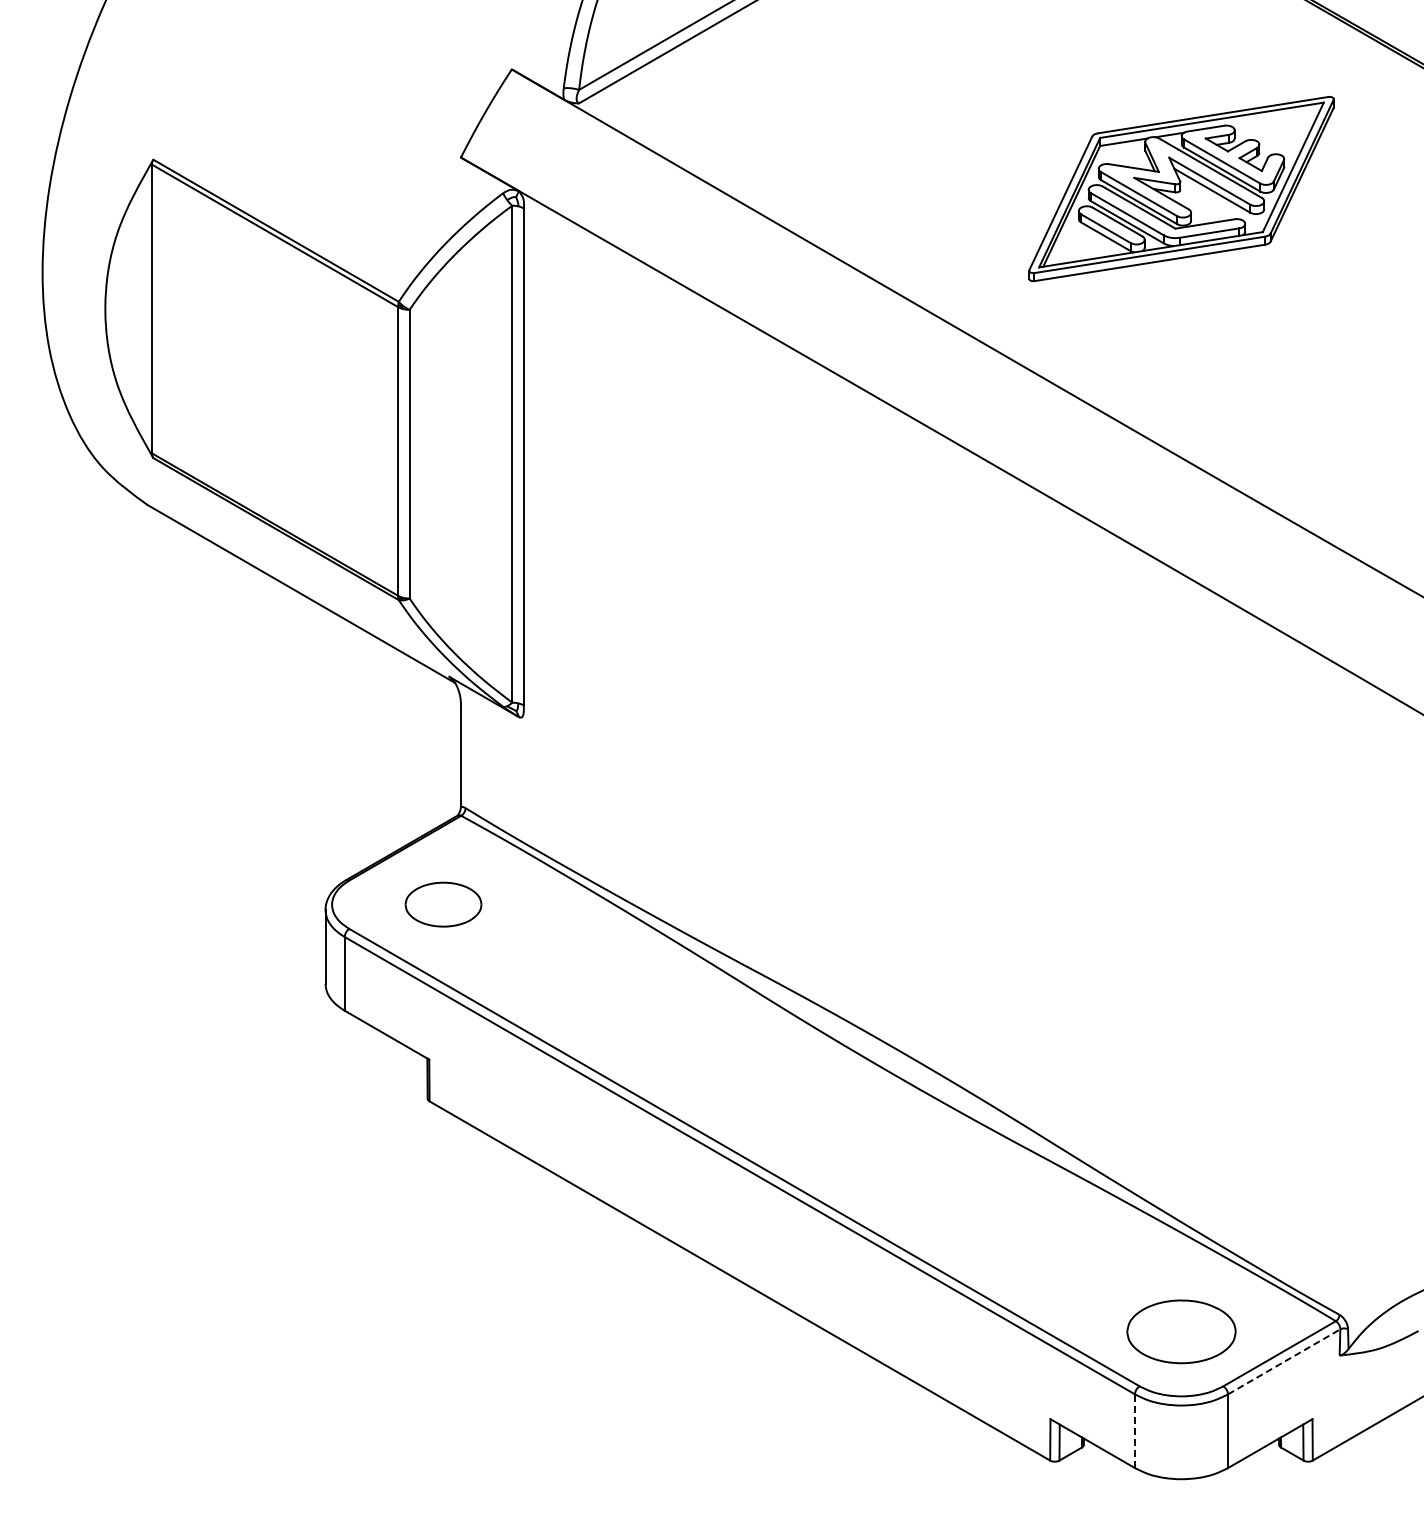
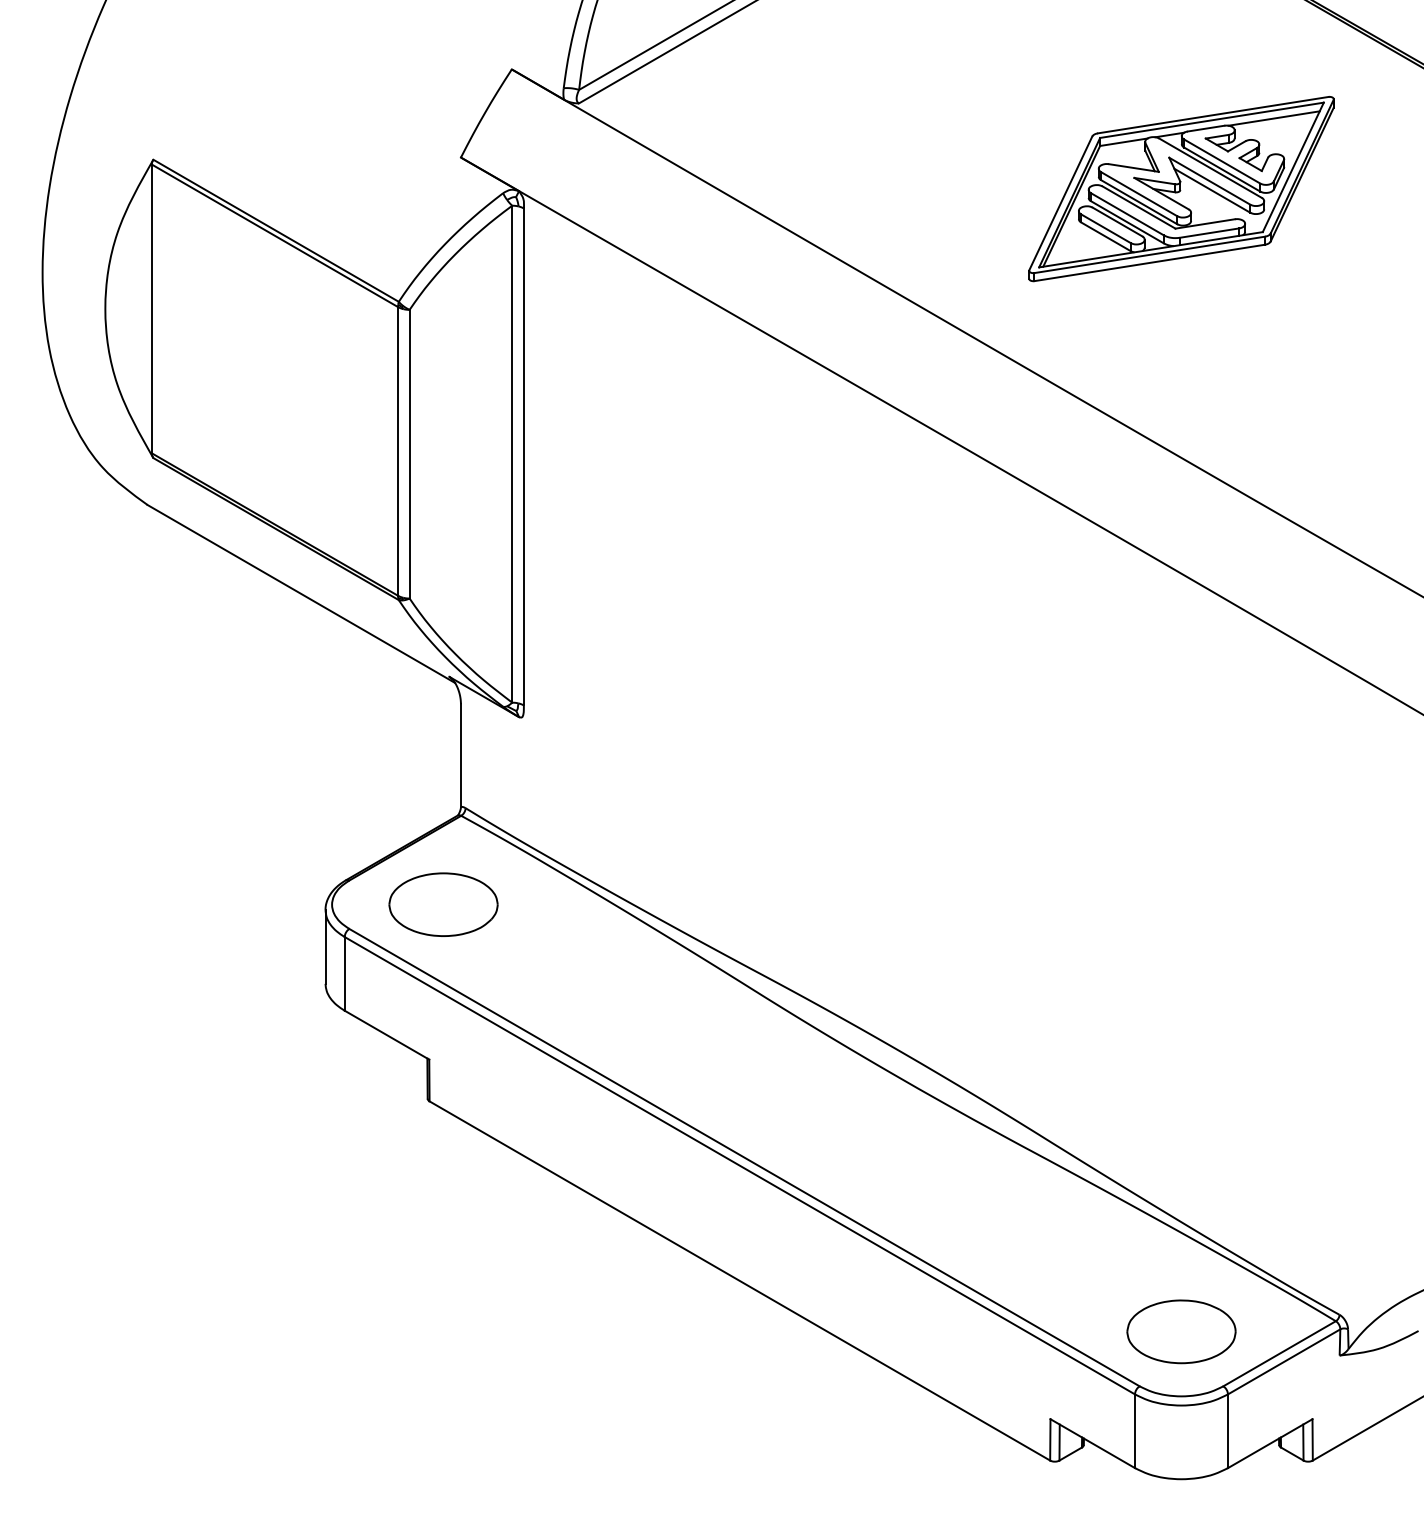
line at (1273, 118): none -> present
part at (443, 904) size: 79x47 px -> 111x65 px
line at (1284, 1361): dashed -> solid
line at (1135, 1431): dashed -> solid
